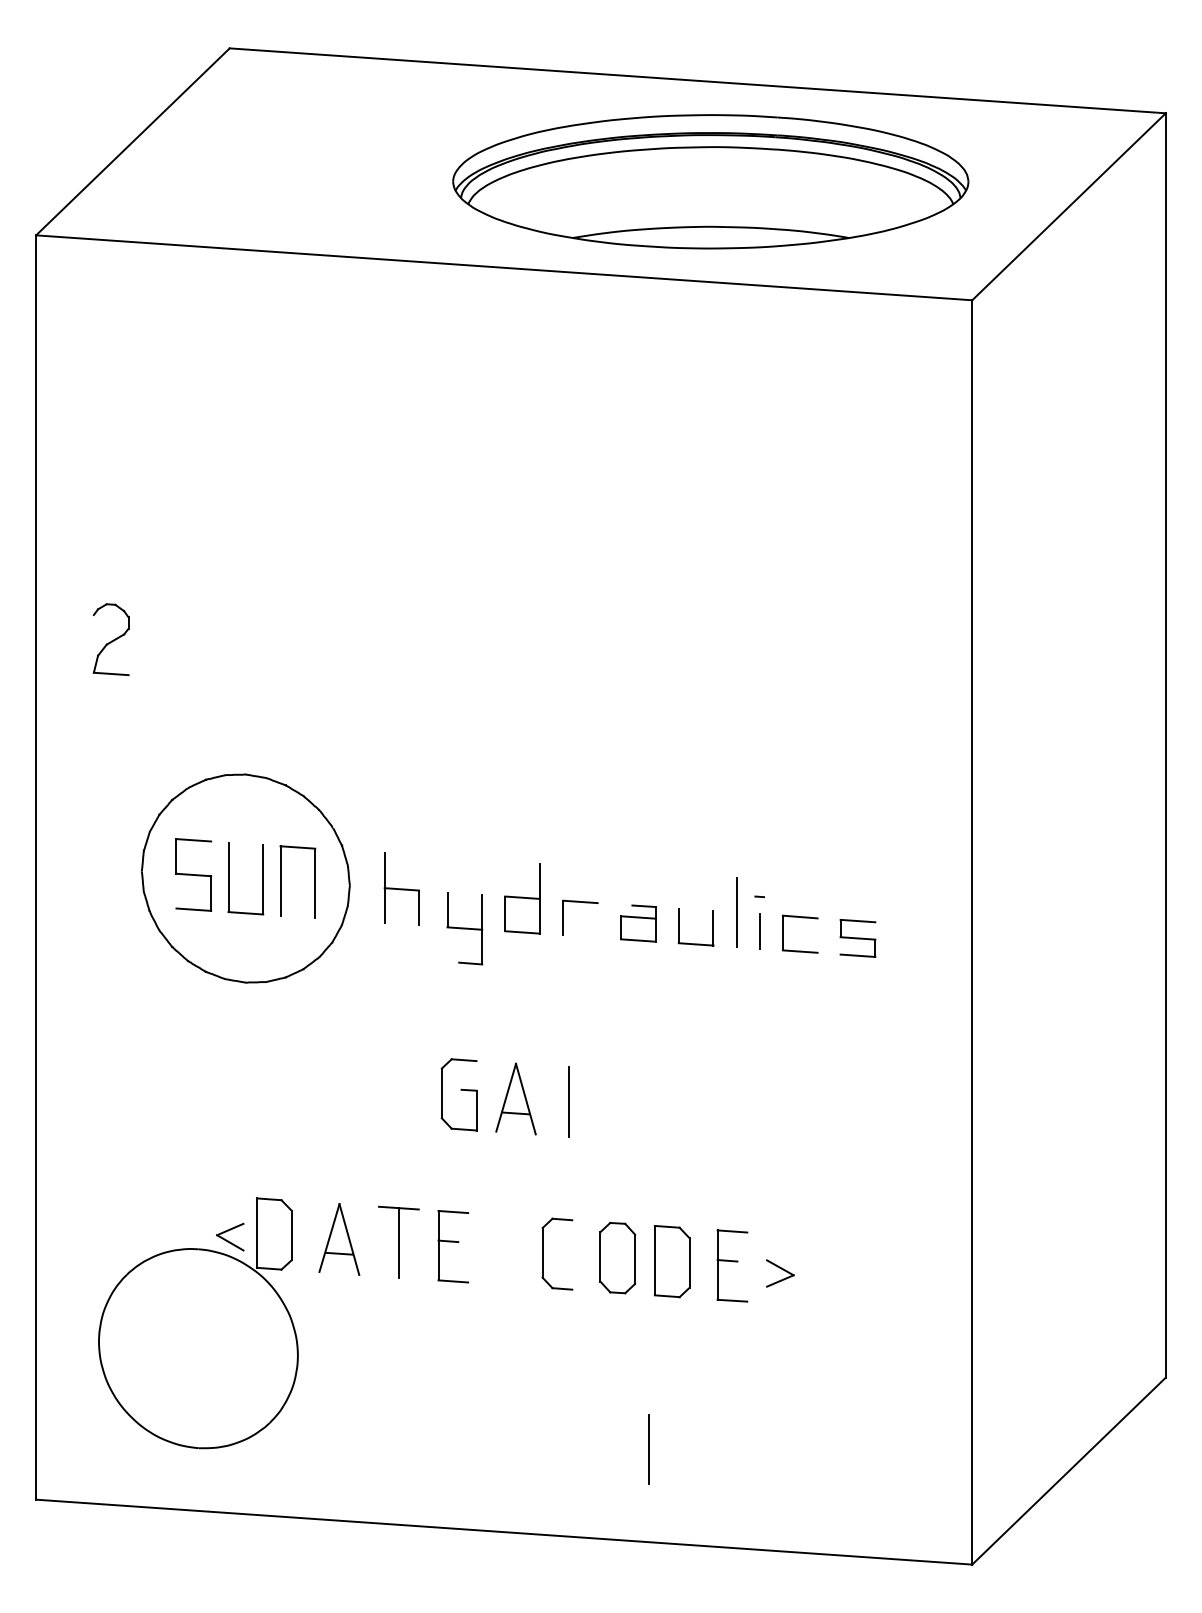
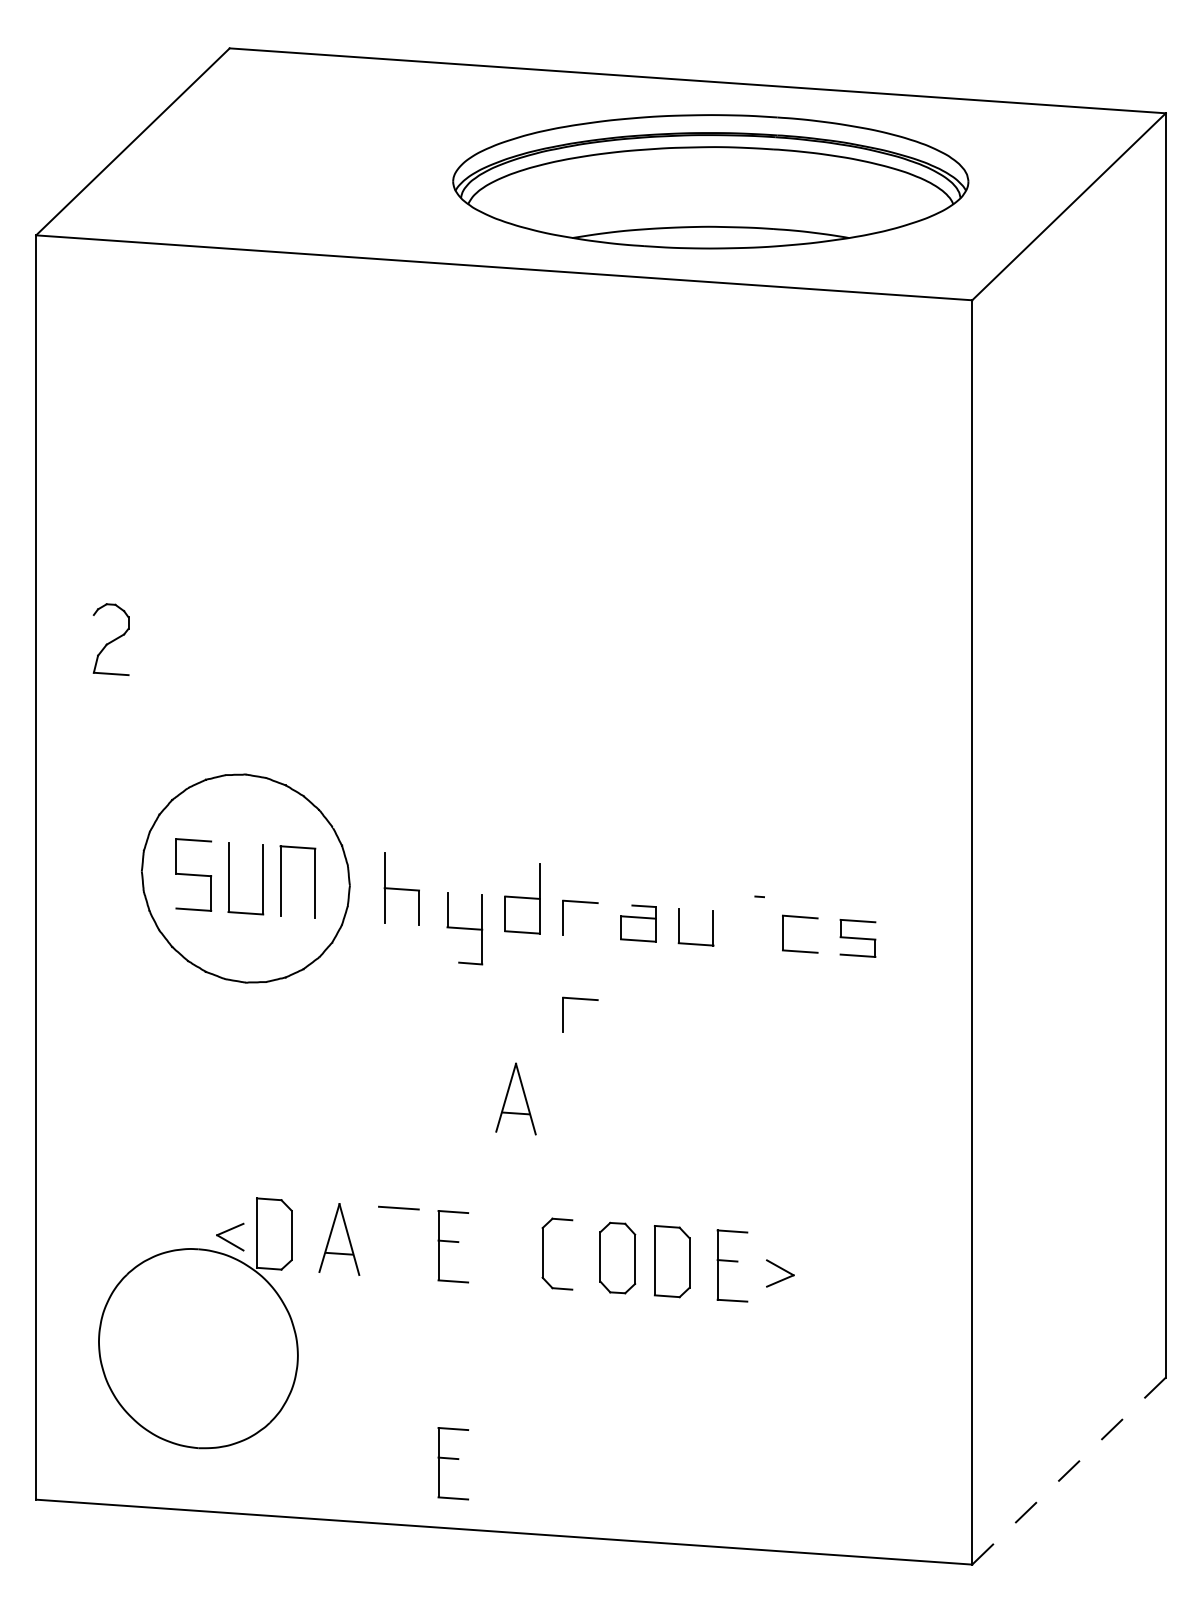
line at (736, 912): present -> none
line at (759, 931): present -> none
part at (584, 1000): none -> present
part at (458, 1094): present -> none
line at (568, 1101): present -> none
line at (398, 1242): present -> none
line at (648, 1449): present -> none
part at (453, 1463): none -> present
line at (1069, 1471): solid -> dashed
